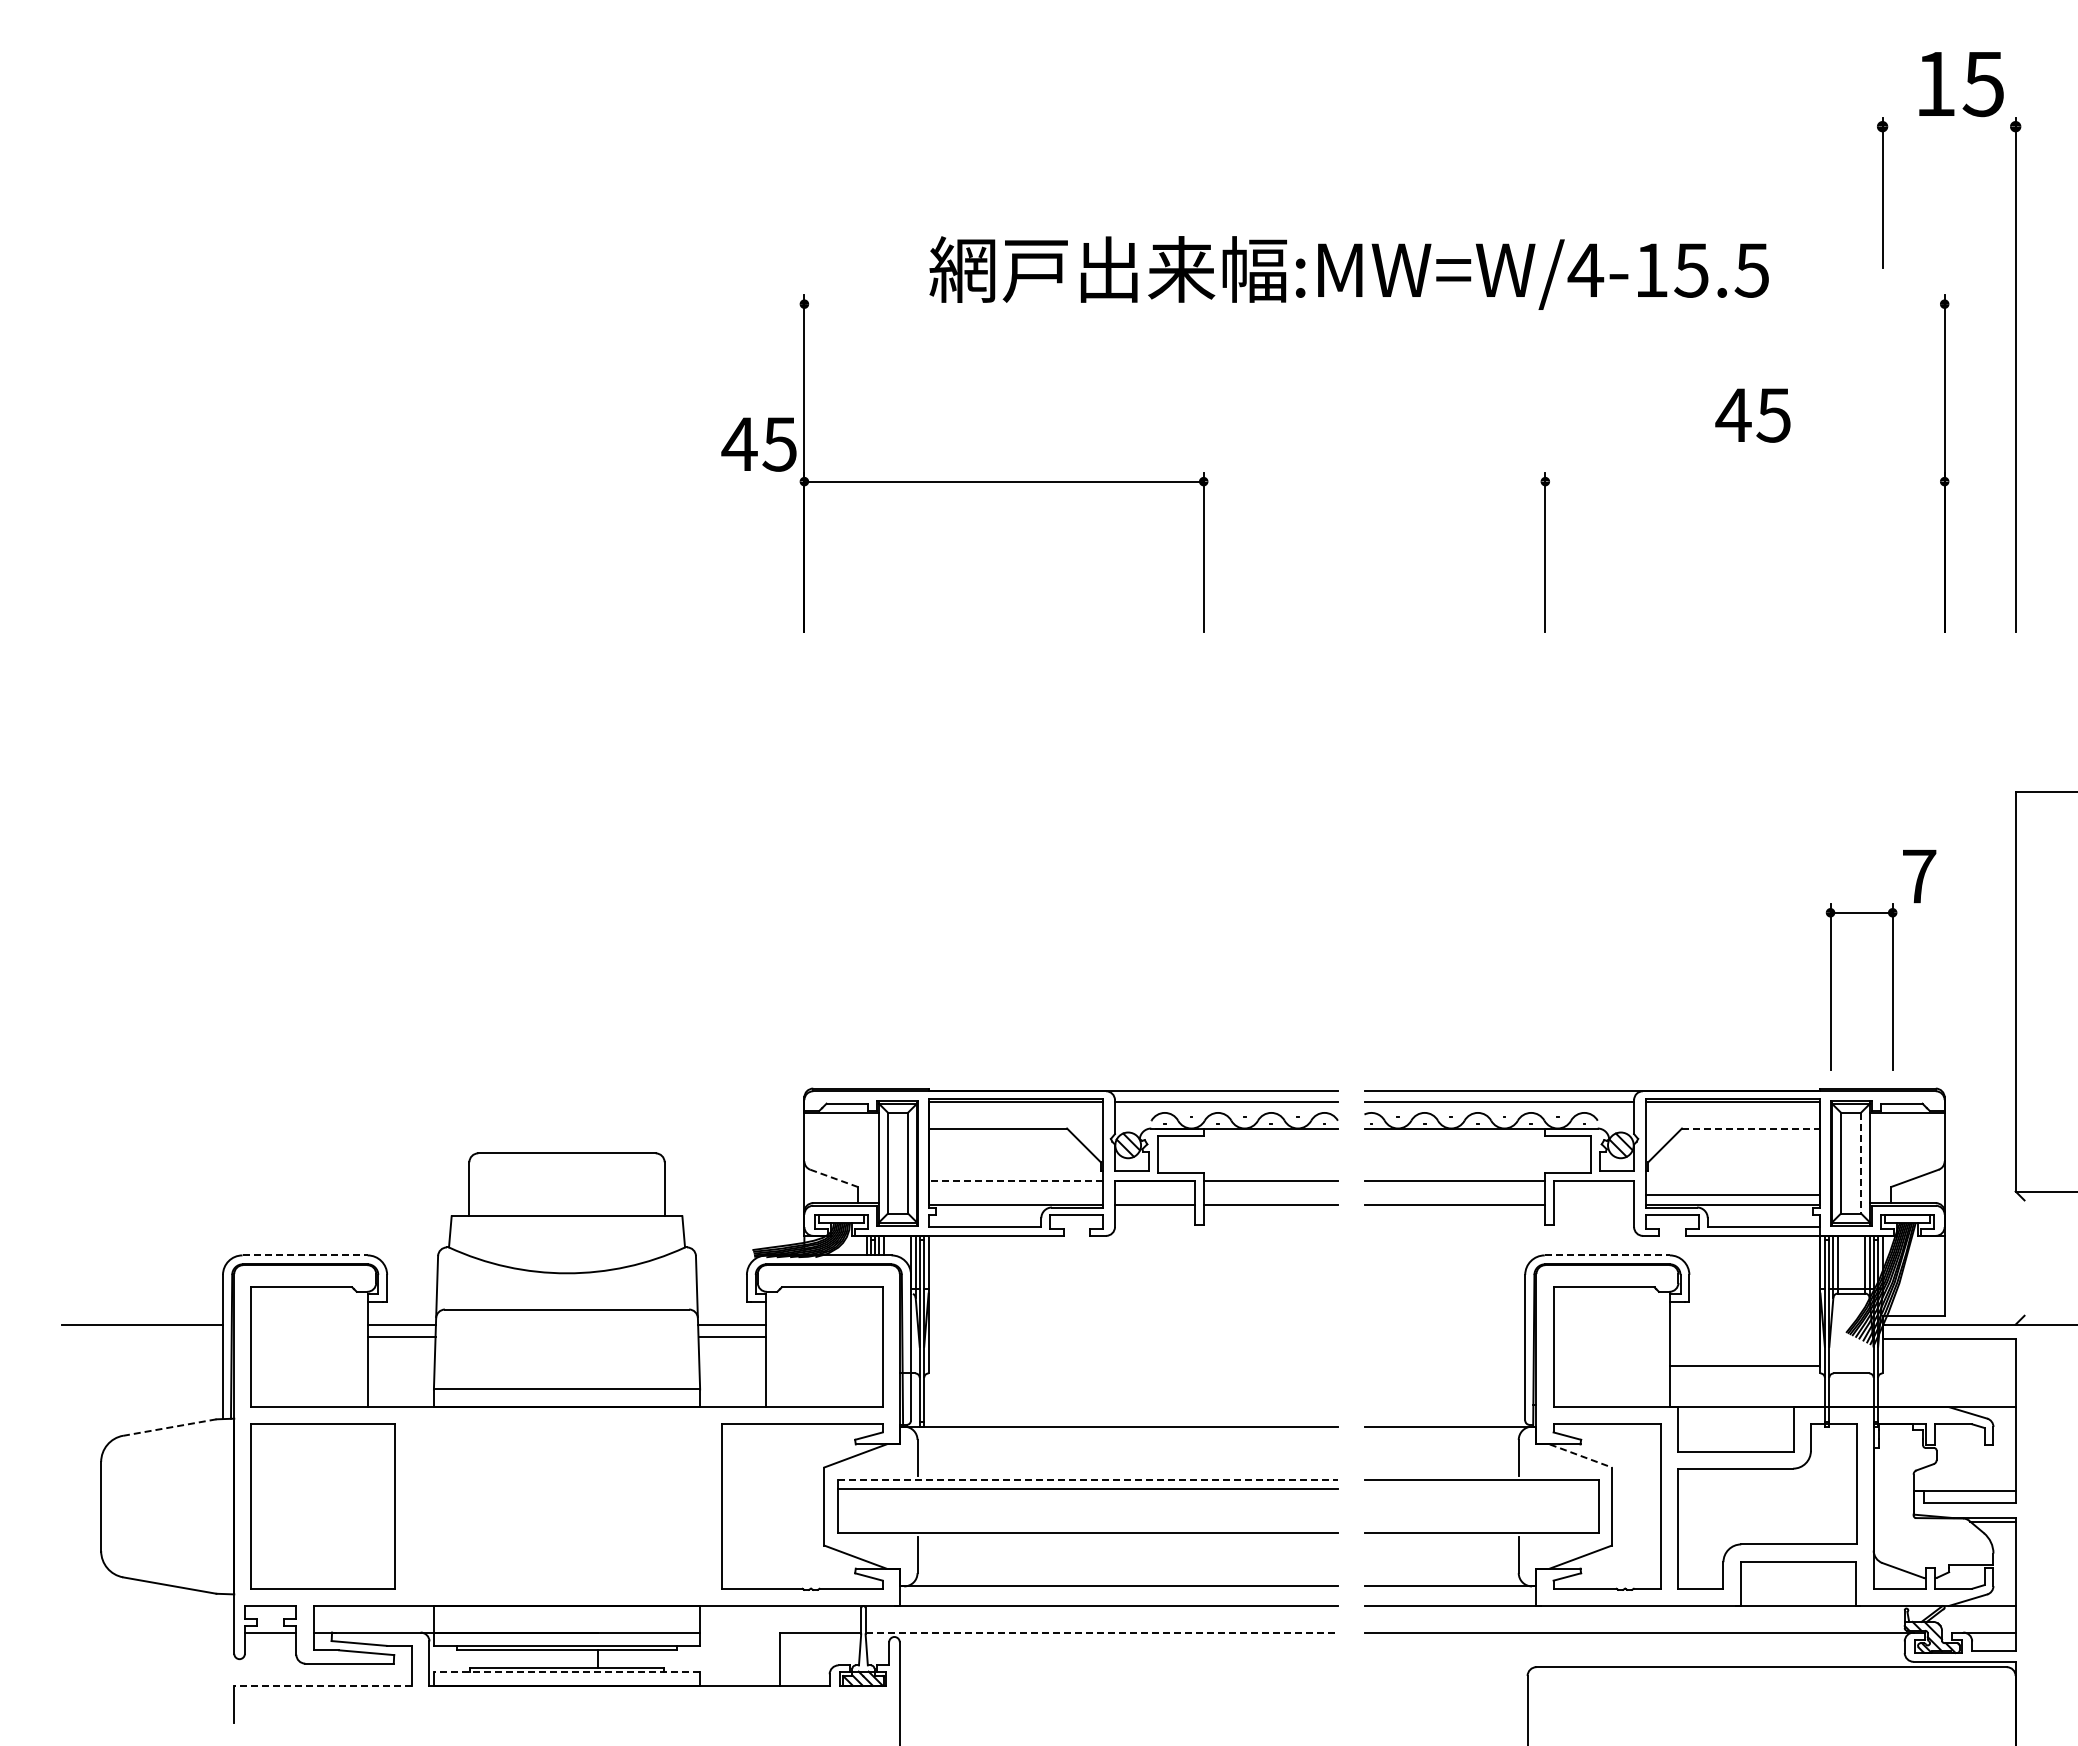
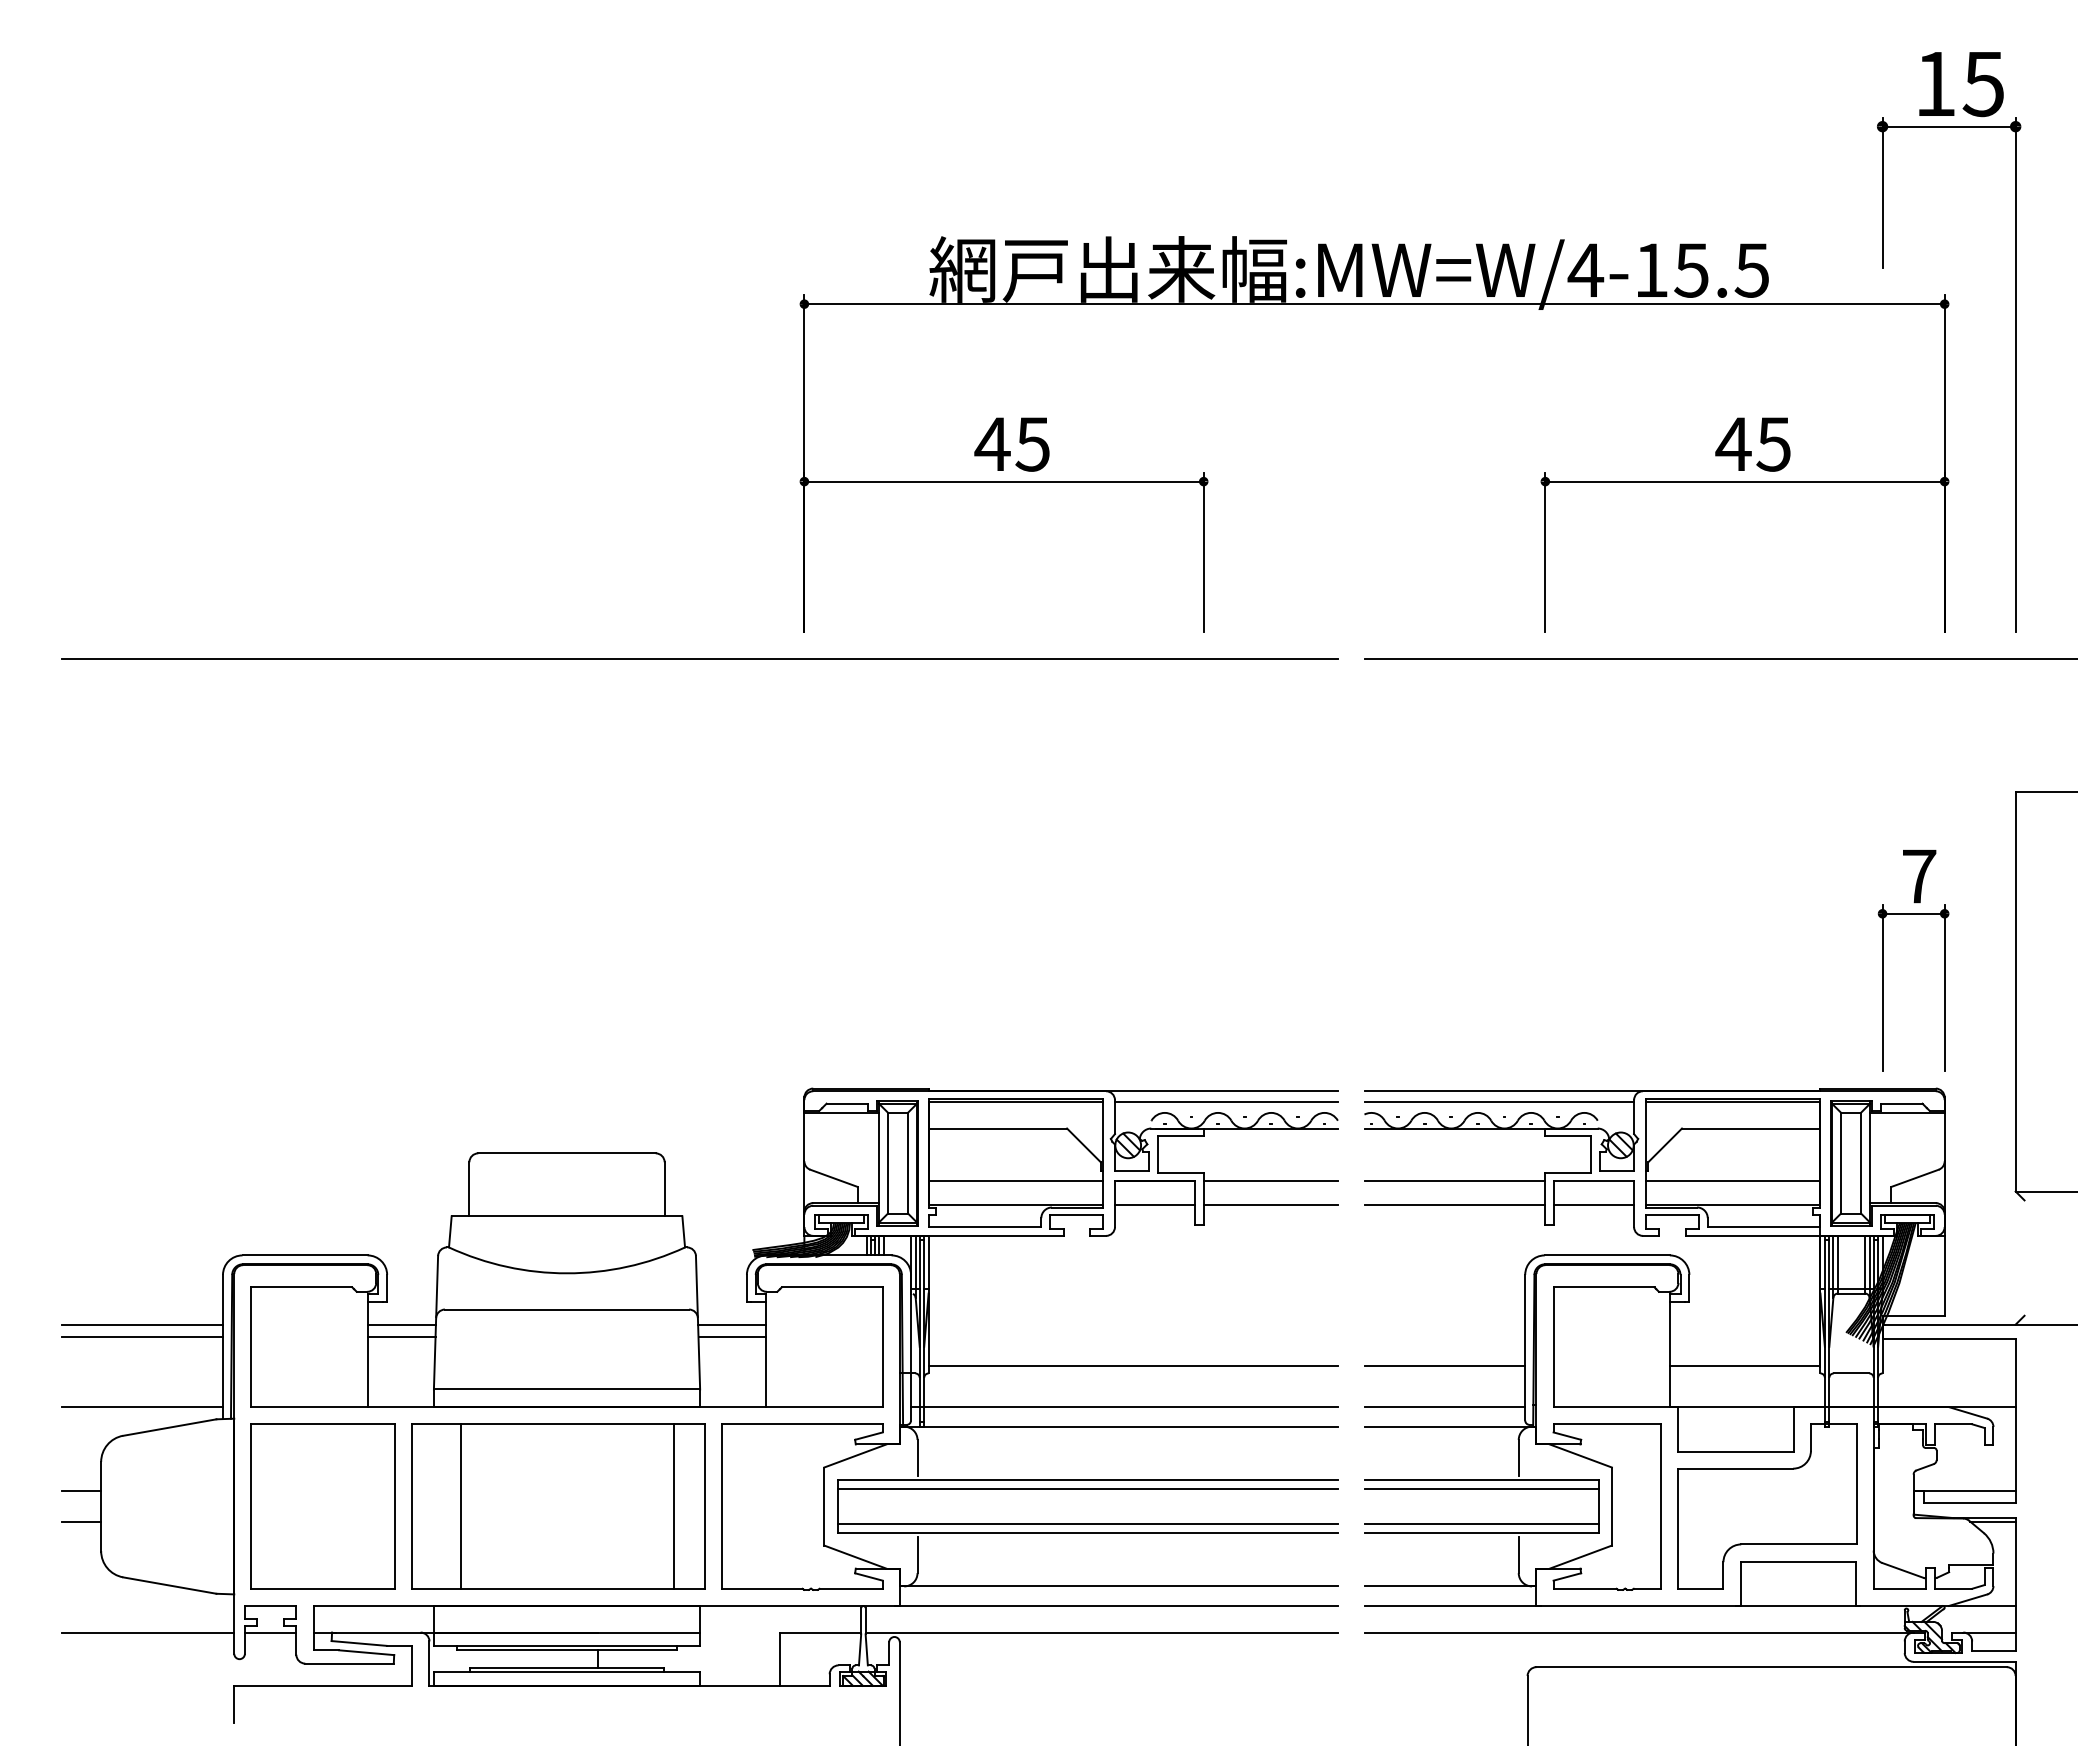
line at (1948, 126): none -> present
line at (1374, 304): none -> present
text at (1752, 415) position: (1752, 415) -> (1752, 444)
text at (758, 444) position: (758, 444) -> (1011, 444)
line at (1744, 481): none -> present
line at (699, 659): none -> present
line at (1719, 659): none -> present
part at (1831, 986) position: (1831, 986) -> (1883, 987)
line at (1751, 1128): dashed -> solid
line at (1861, 1163): dashed -> solid
line at (834, 1178): dashed -> solid
line at (1015, 1180): dashed -> solid
line at (1732, 1194) position: (1732, 1194) -> (1732, 1180)
line at (1594, 1204): none -> present
line at (305, 1255): dashed -> solid
line at (1607, 1255): dashed -> solid
line at (142, 1337): none -> present
line at (1132, 1366): none -> present
line at (1444, 1366): none -> present
line at (142, 1407): none -> present
line at (1124, 1407): none -> present
line at (1444, 1407): none -> present
line at (169, 1427): dashed -> solid
line at (1581, 1456): dashed -> solid
line at (1088, 1479): dashed -> solid
line at (1481, 1488): none -> present
line at (81, 1491): none -> present
part at (558, 1506): none -> present
line at (81, 1521): none -> present
line at (1087, 1524): none -> present
line at (1481, 1524): none -> present
line at (148, 1632): none -> present
line at (1102, 1632): dashed -> solid
line at (566, 1672): dashed -> solid
line at (322, 1685): dashed -> solid
